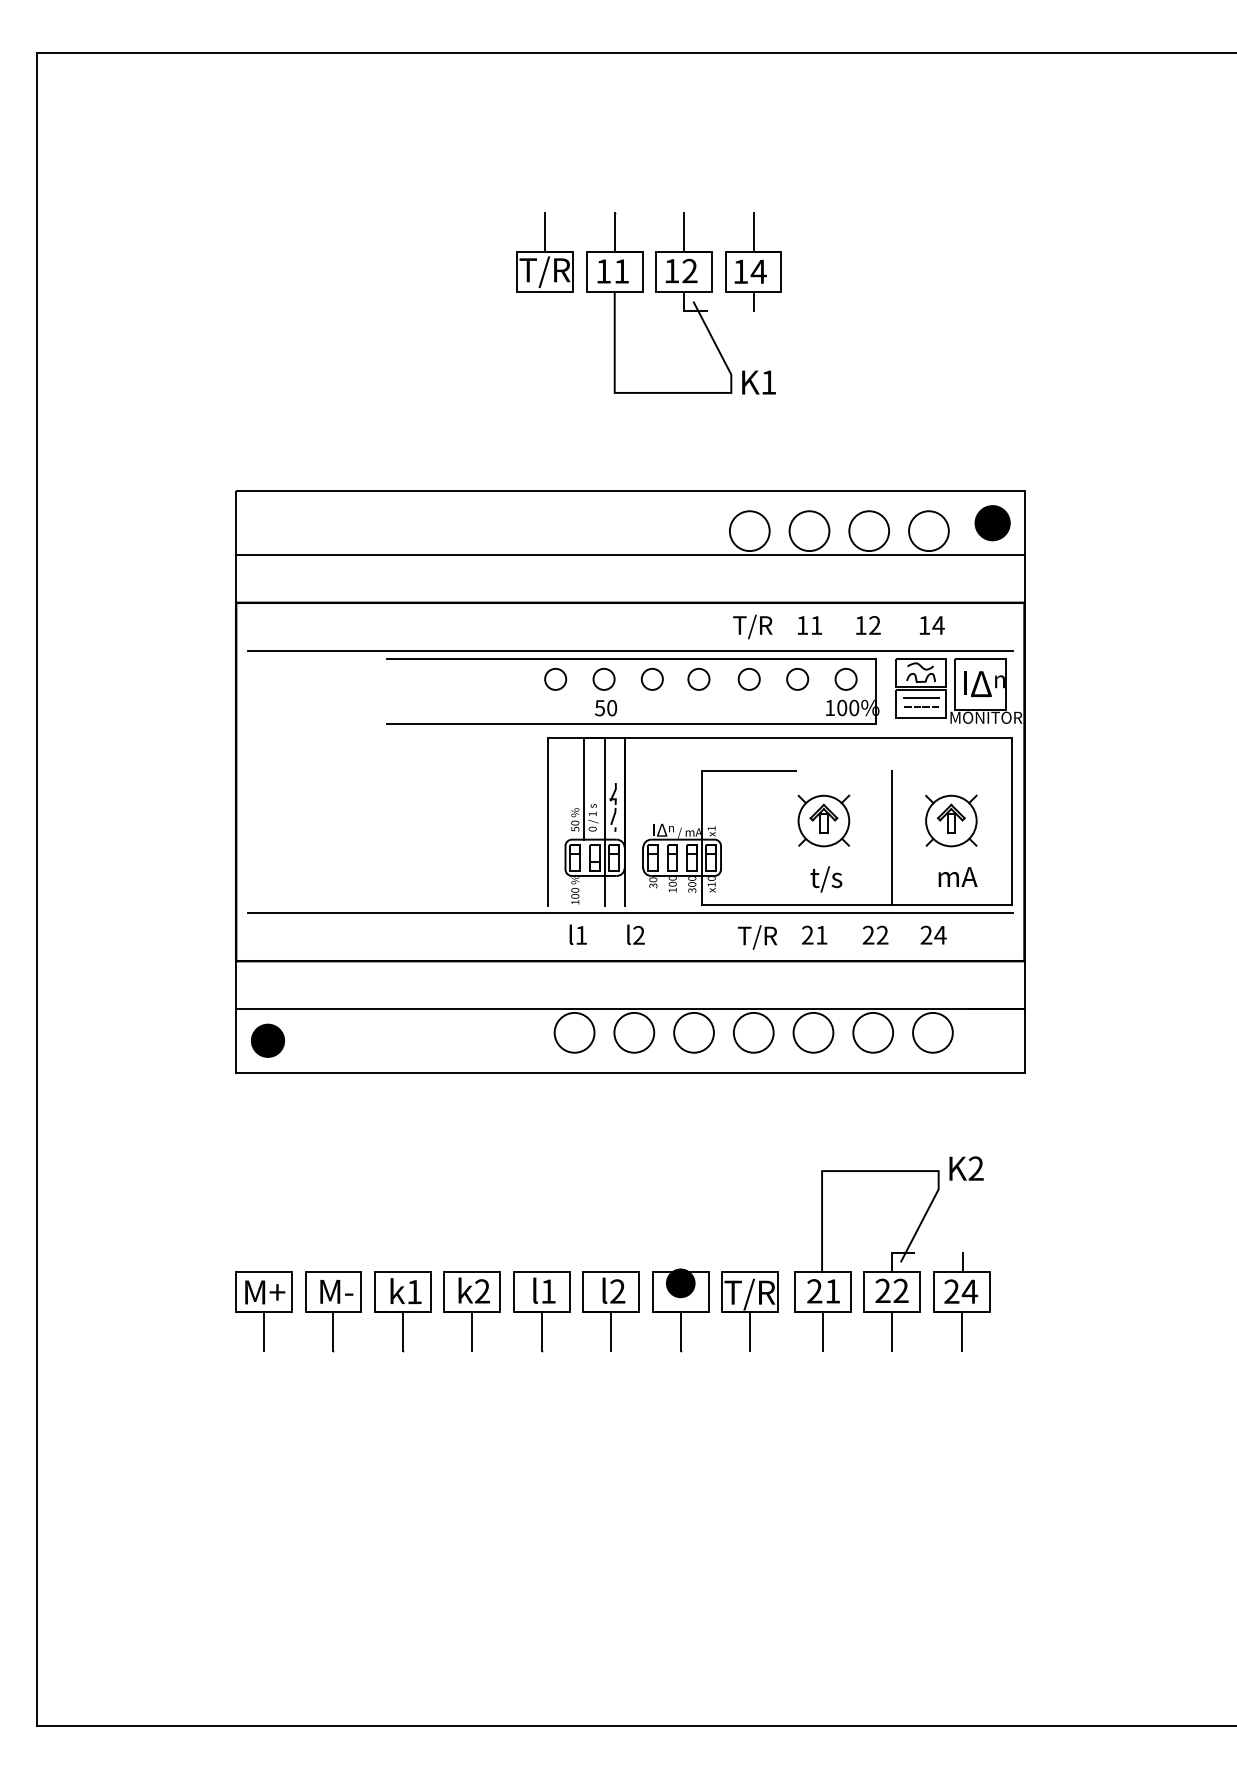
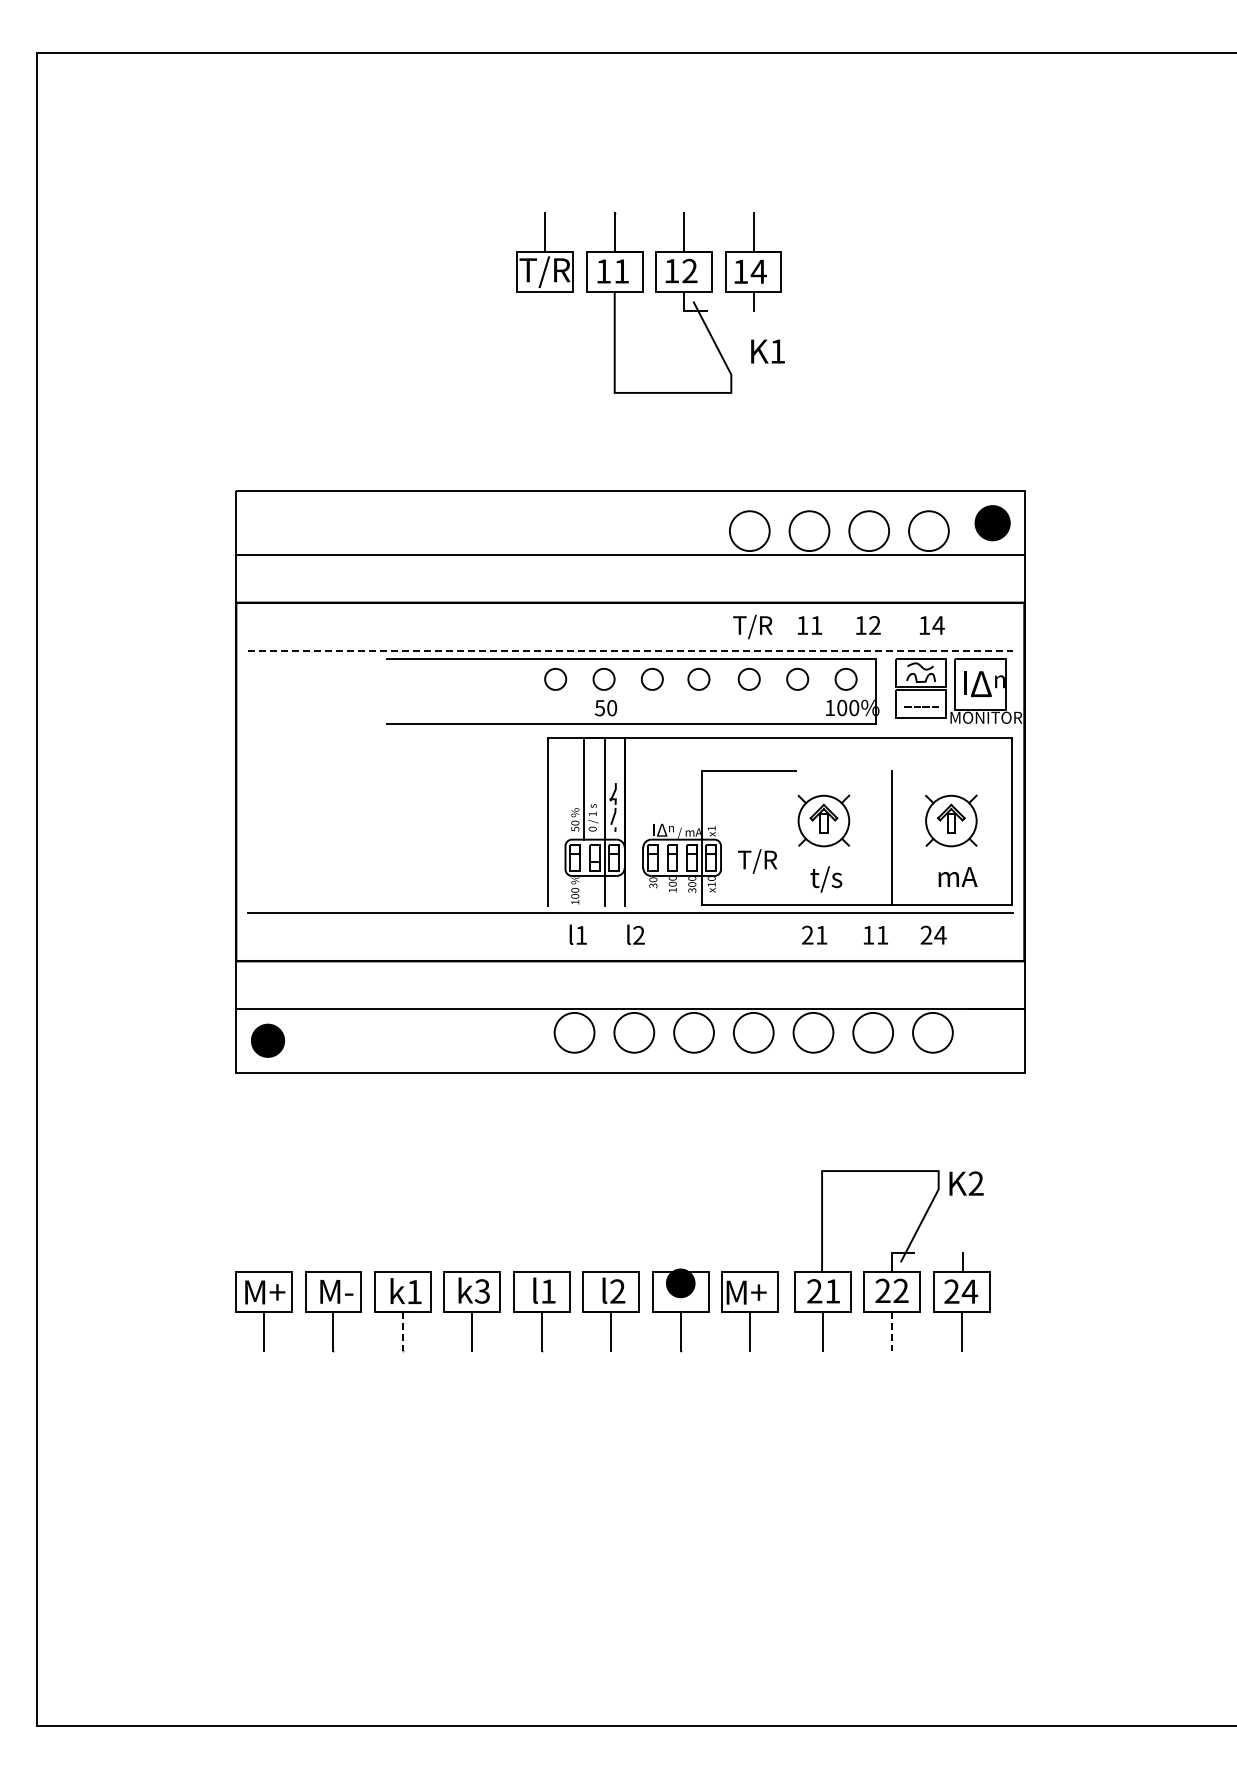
text at (758, 382) position: (758, 382) -> (767, 351)
line at (630, 650): solid -> dashed
line at (920, 697): present -> none
text at (875, 934): 22 -> 11
text at (757, 937) position: (757, 937) -> (757, 861)
text at (966, 1168) position: (966, 1168) -> (966, 1183)
text at (481, 1291): k2 -> k3
text at (749, 1294): T/R -> M+
line at (402, 1331): solid -> dashed
line at (892, 1331): solid -> dashed
